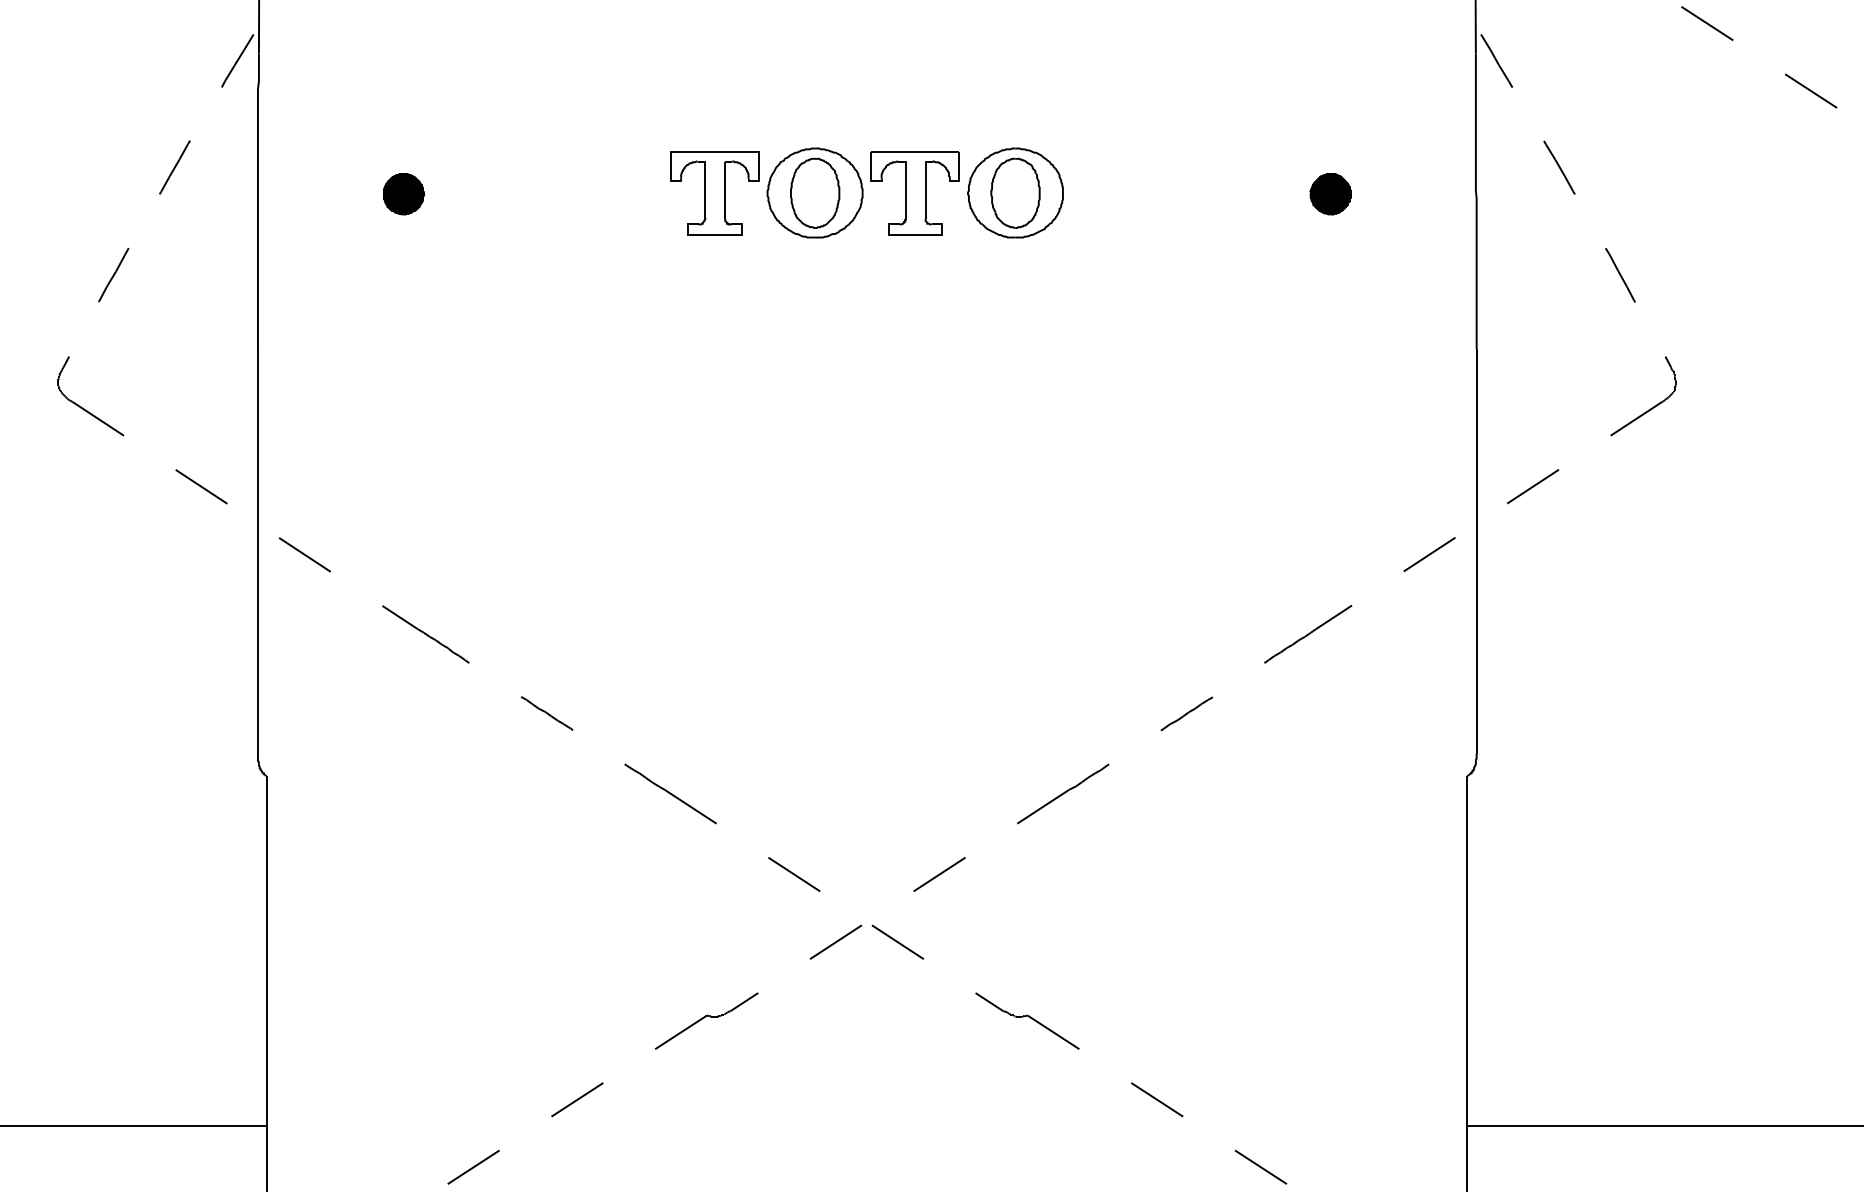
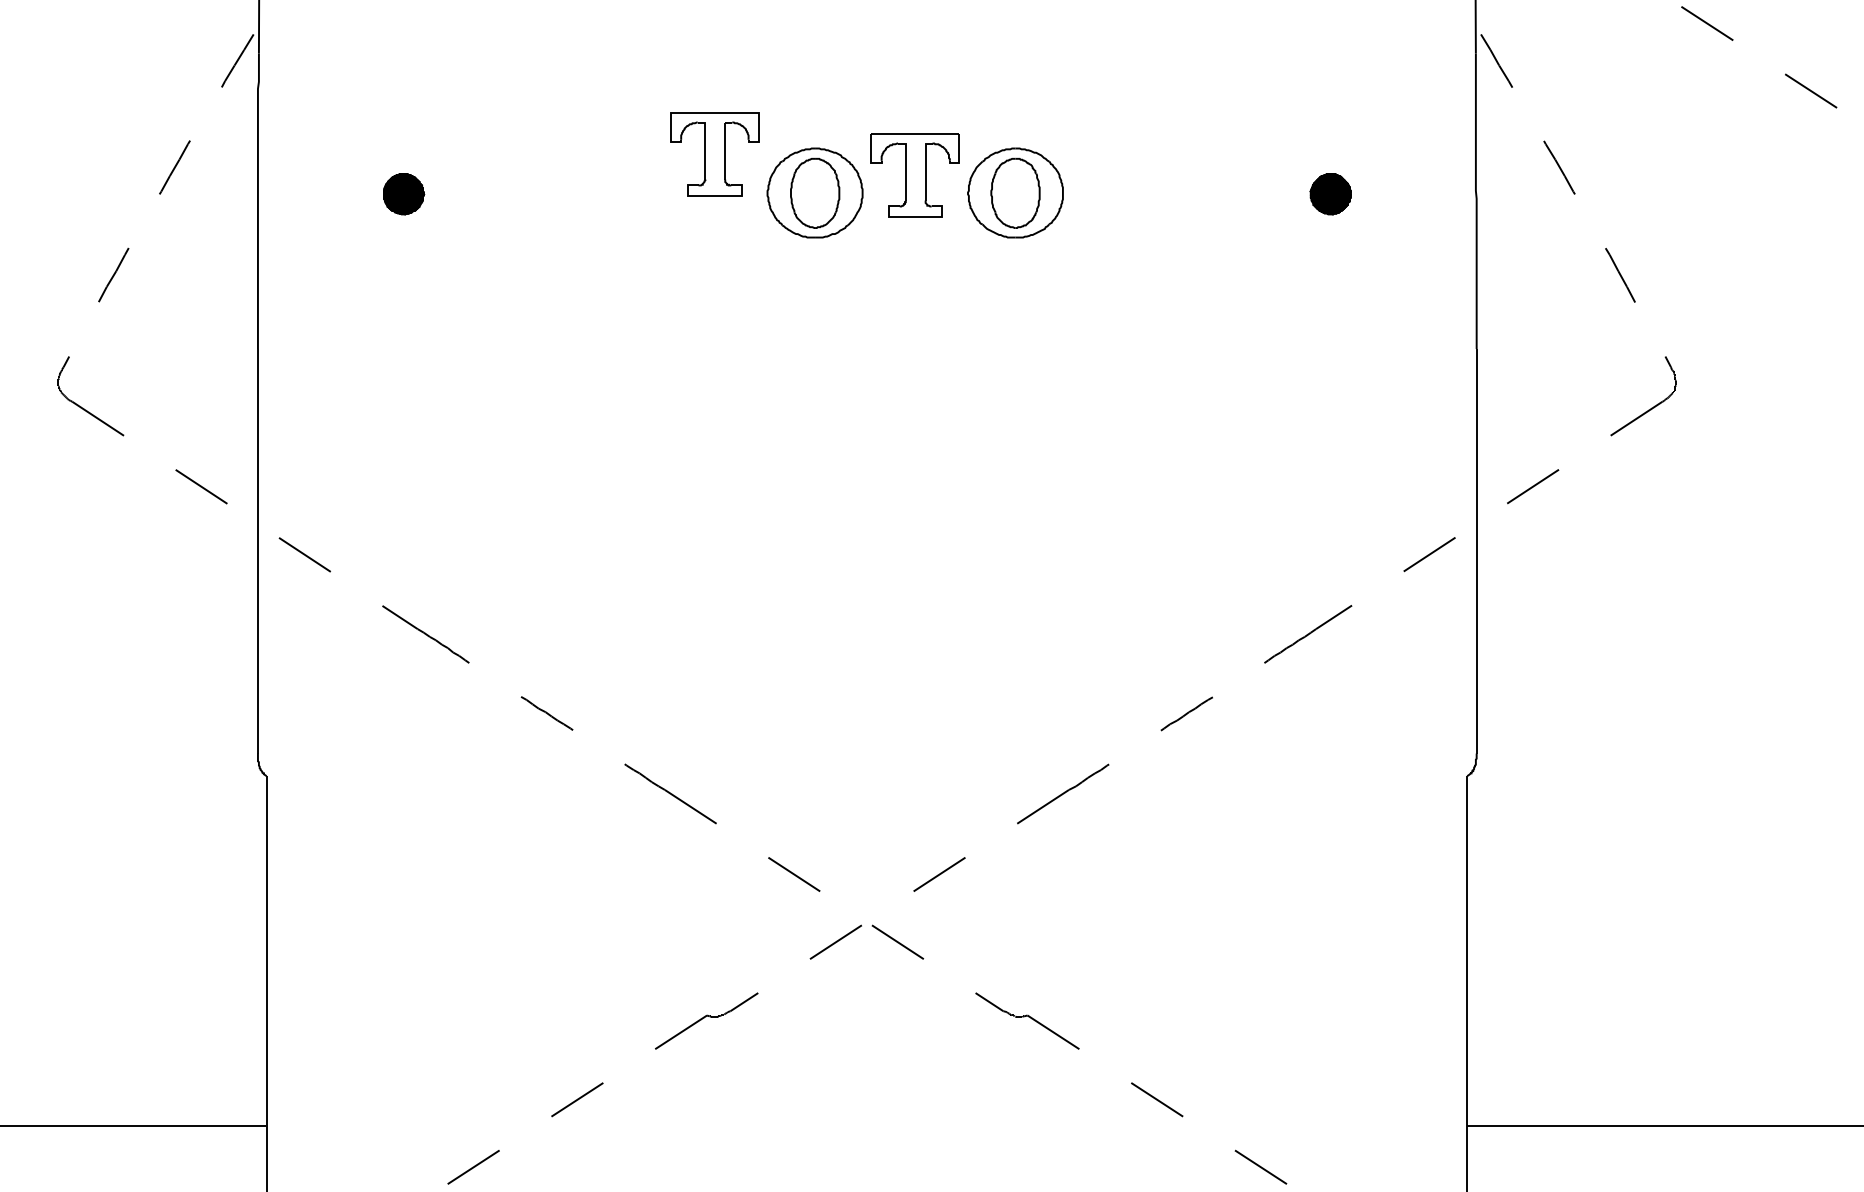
part at (714, 193) position: (714, 193) -> (714, 154)
part at (914, 193) position: (914, 193) -> (914, 175)
